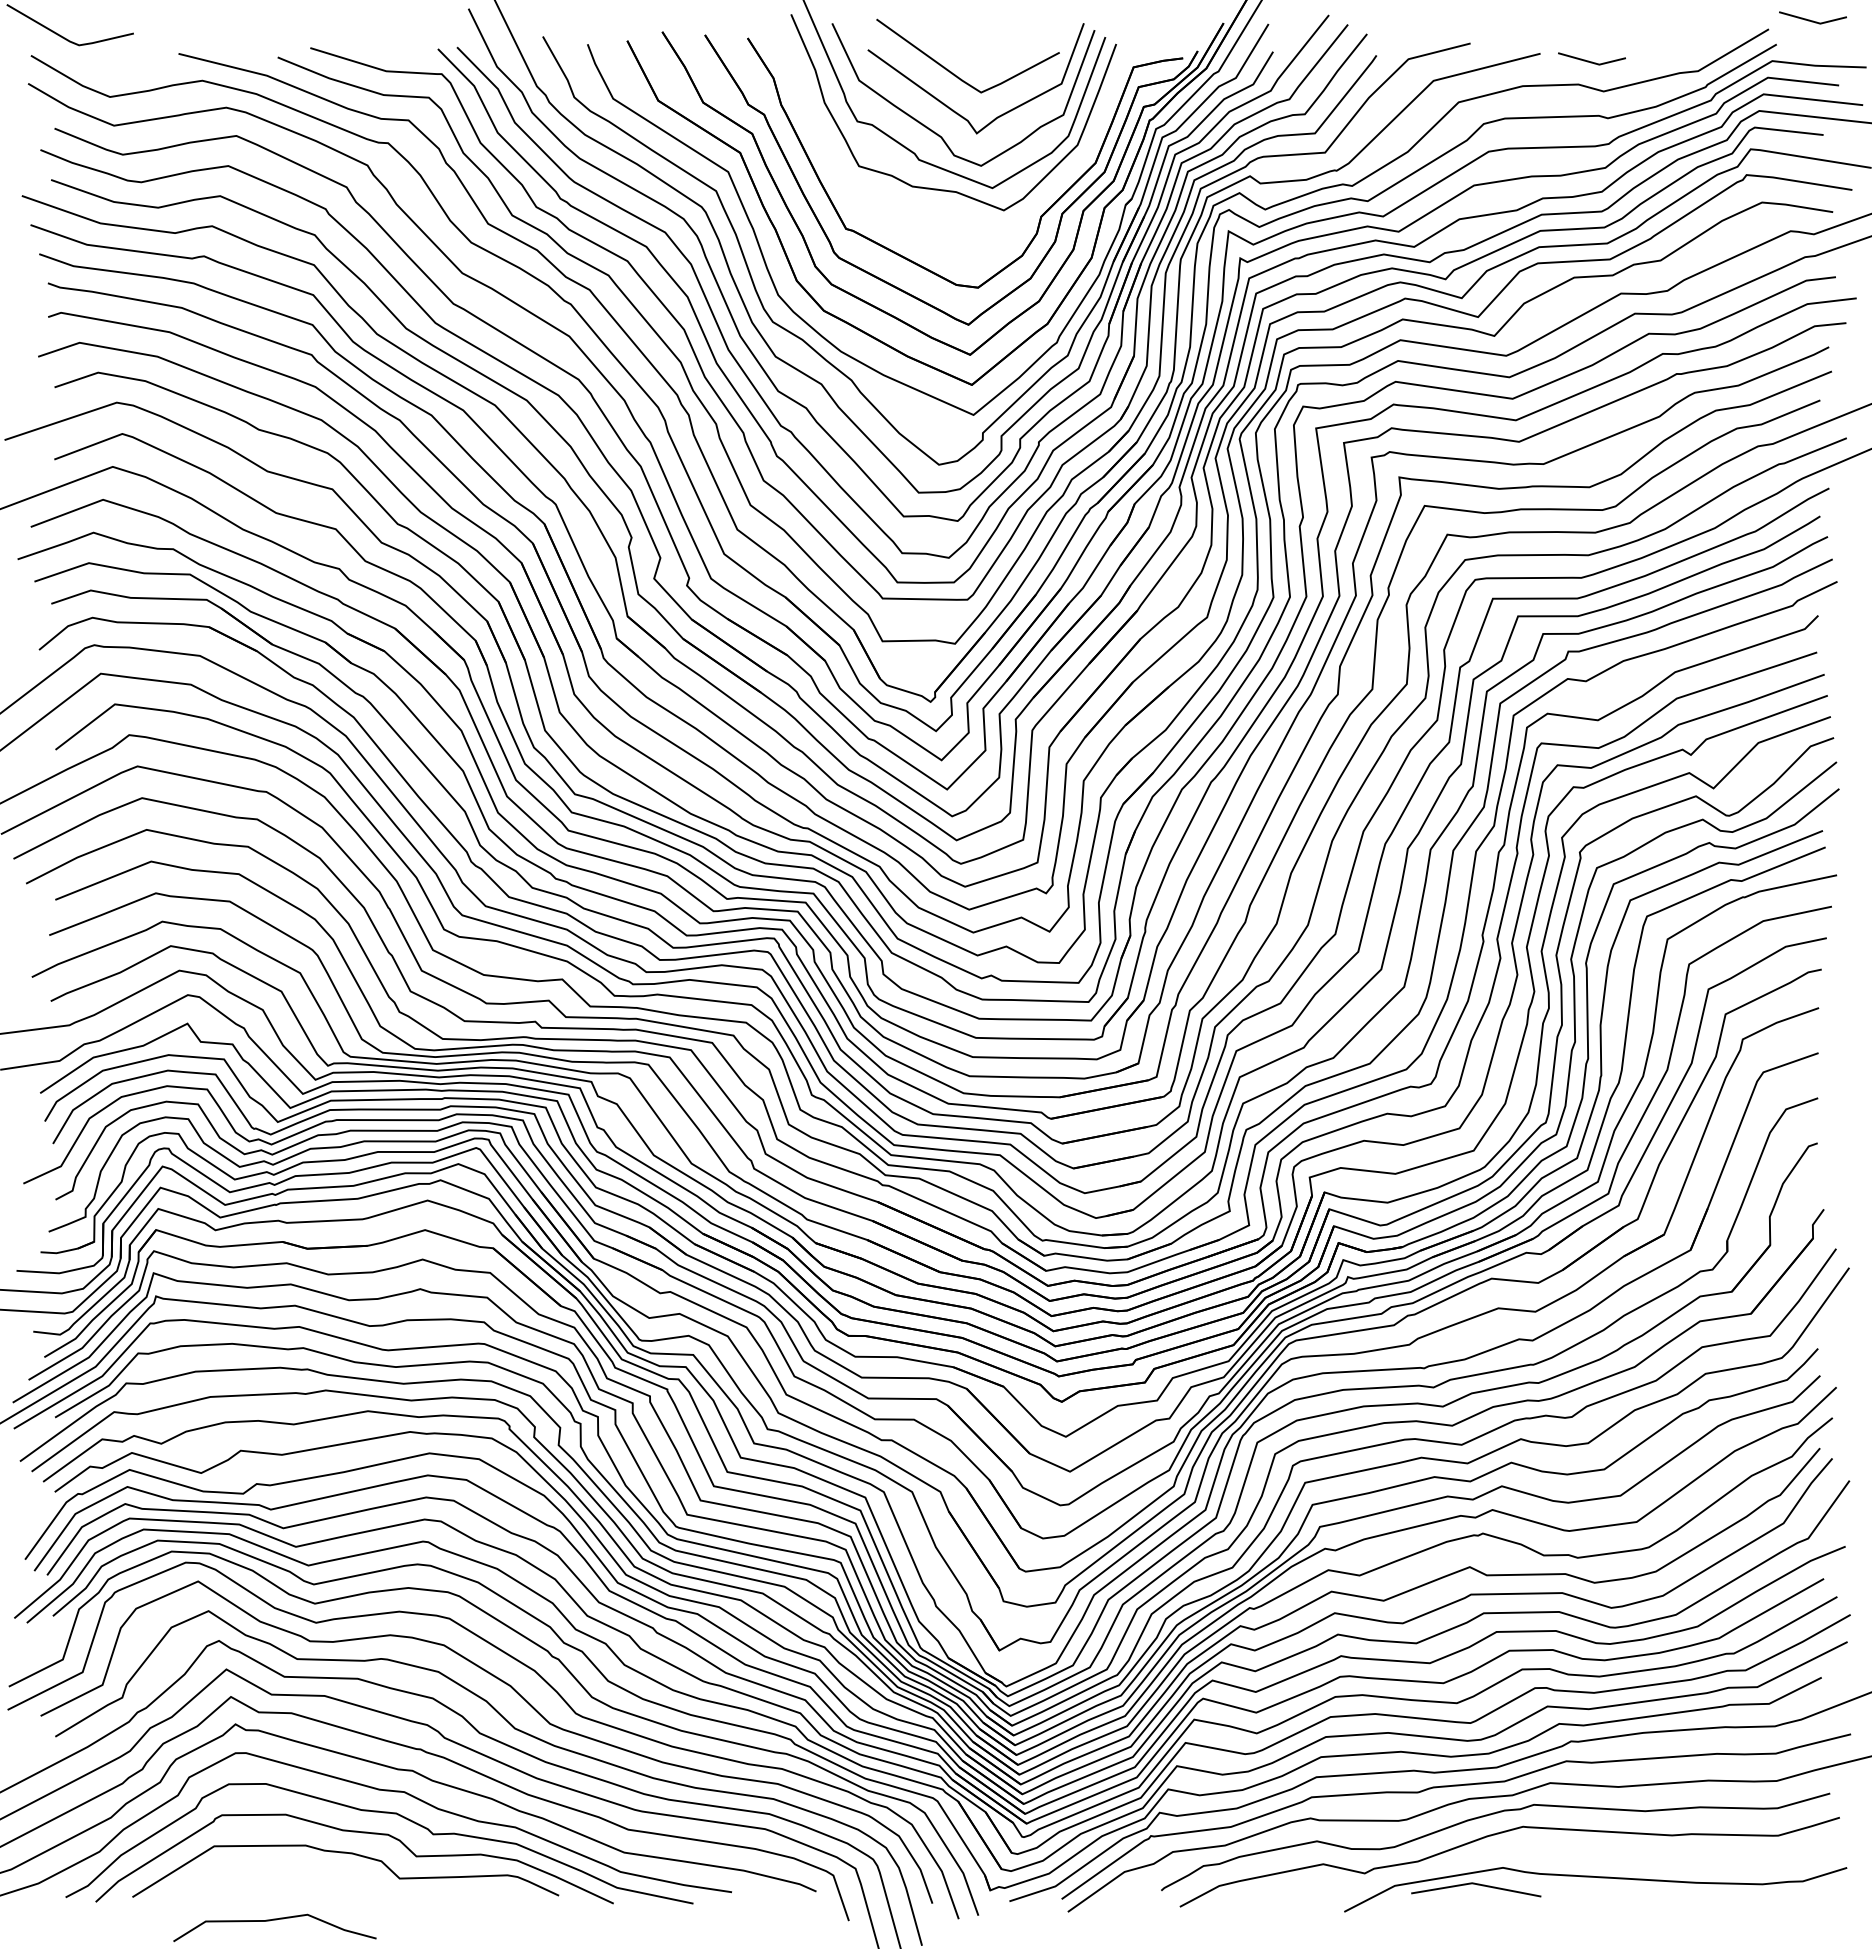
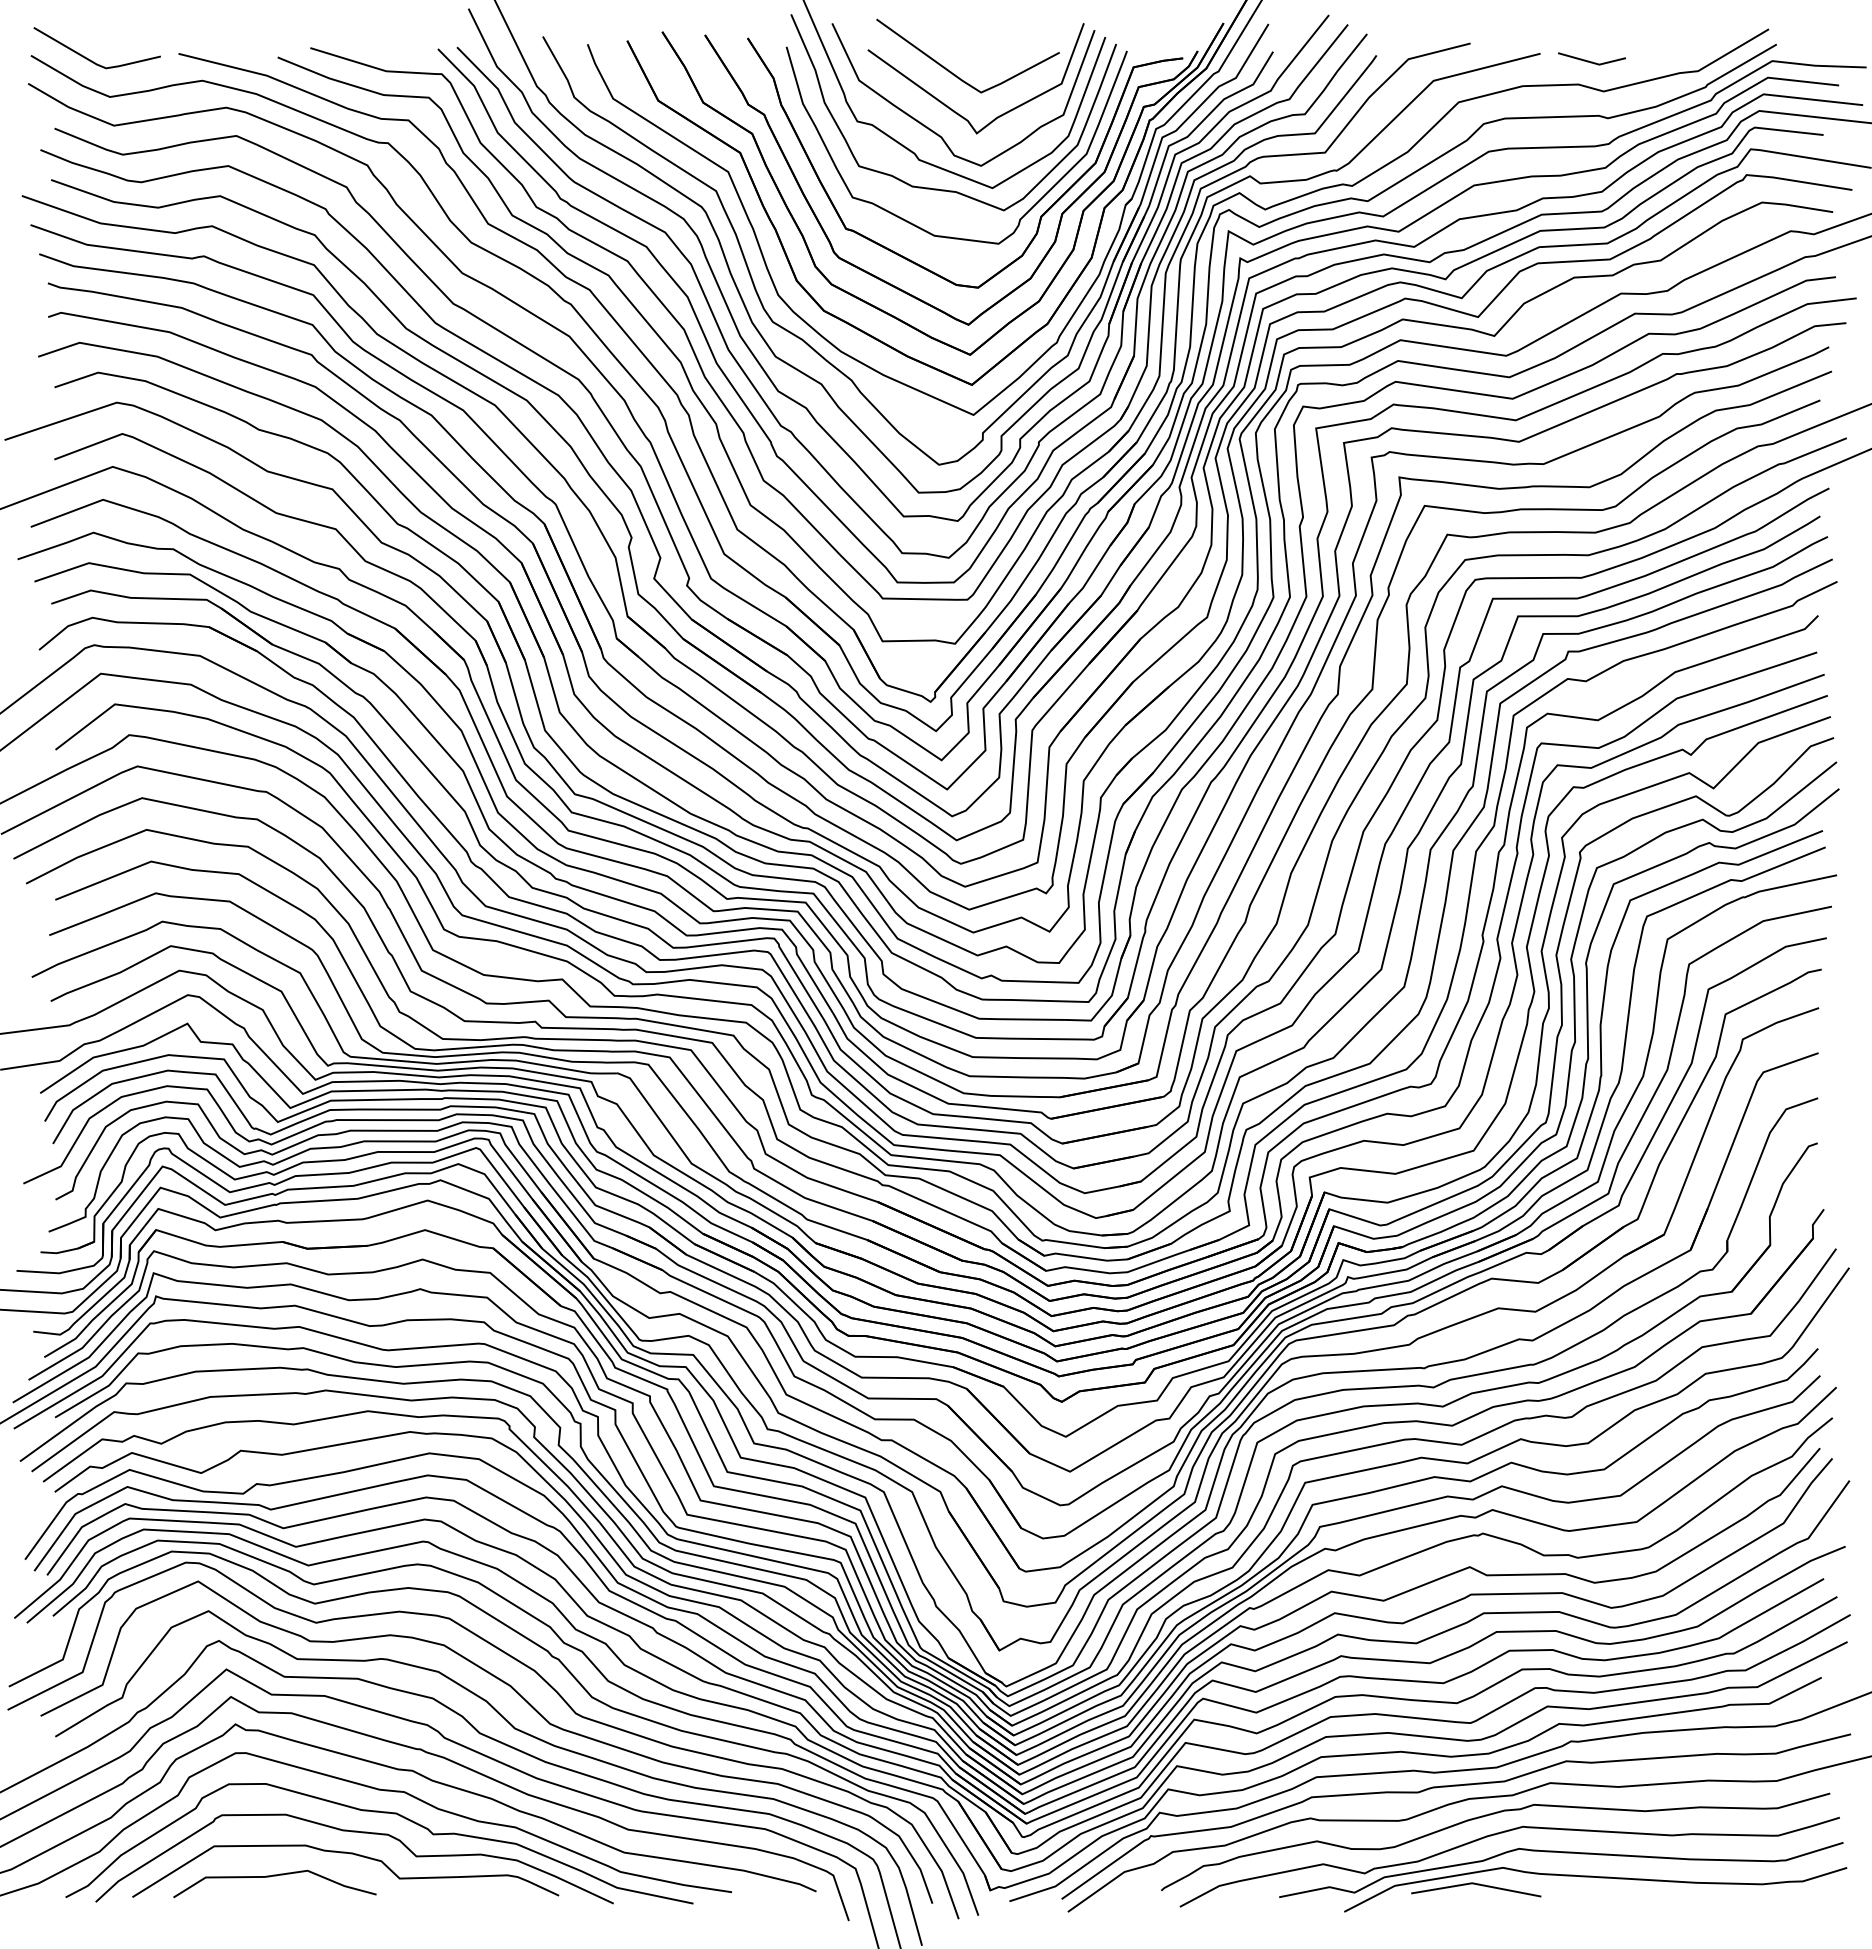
line at (1812, 20): present -> none
line at (63, 36) position: (63, 36) -> (90, 59)
curve at (917, 225): none -> present
curve at (1562, 1853): none -> present
curve at (274, 1920) position: (274, 1920) -> (274, 1876)
